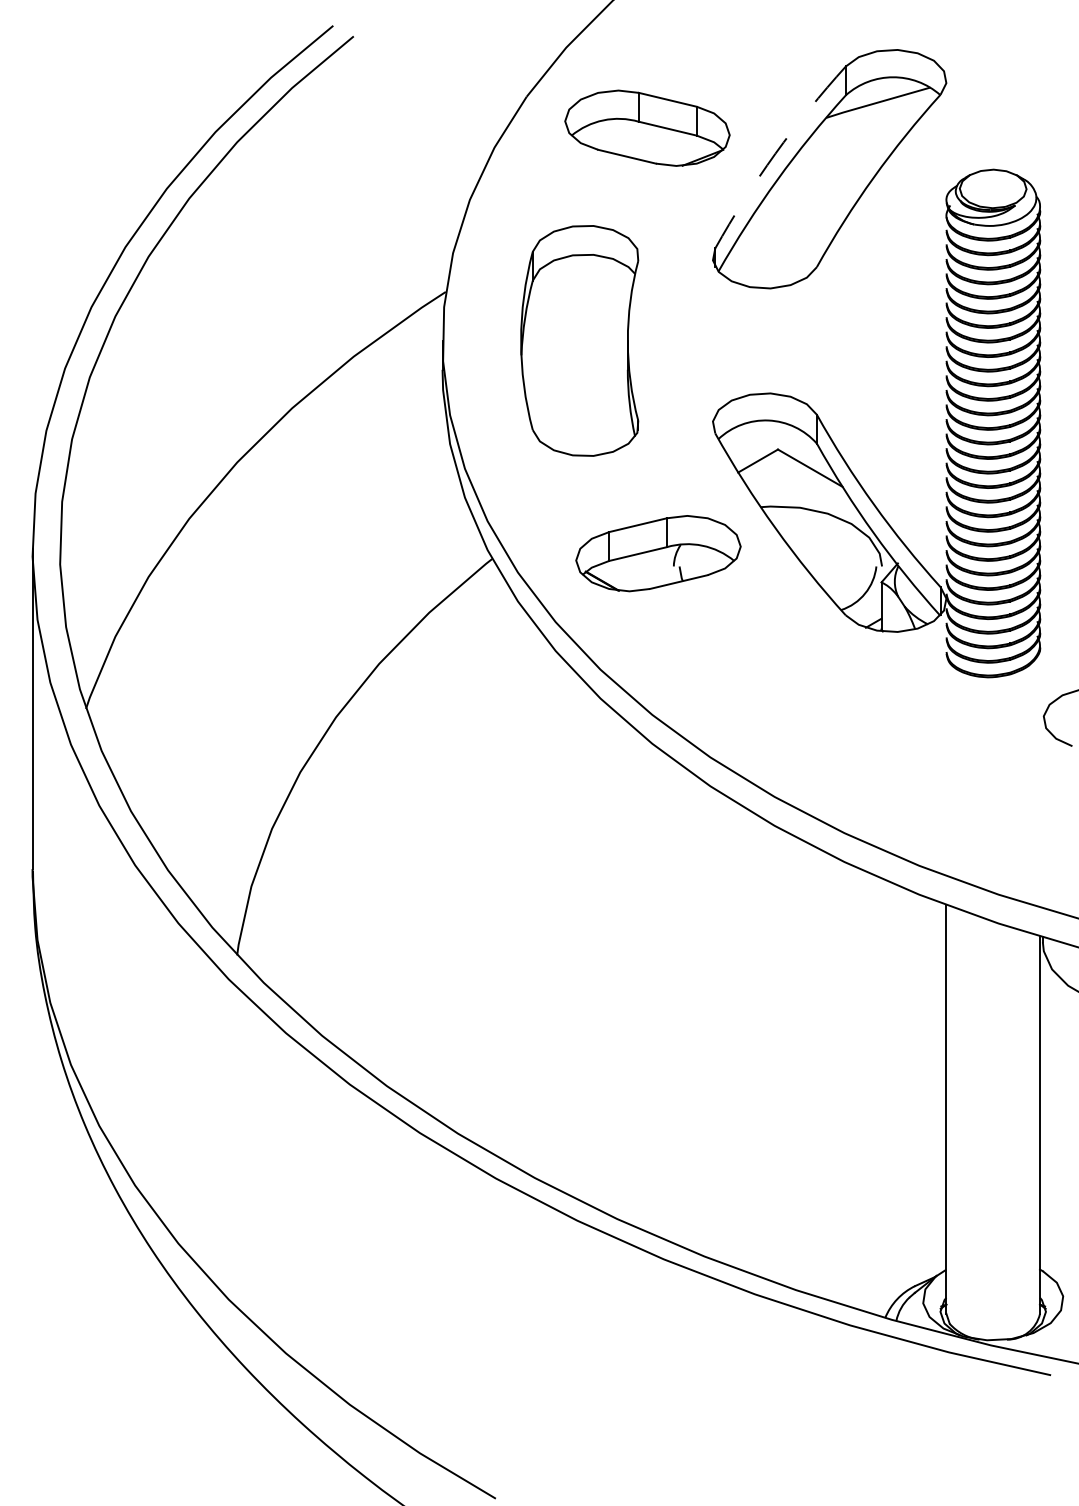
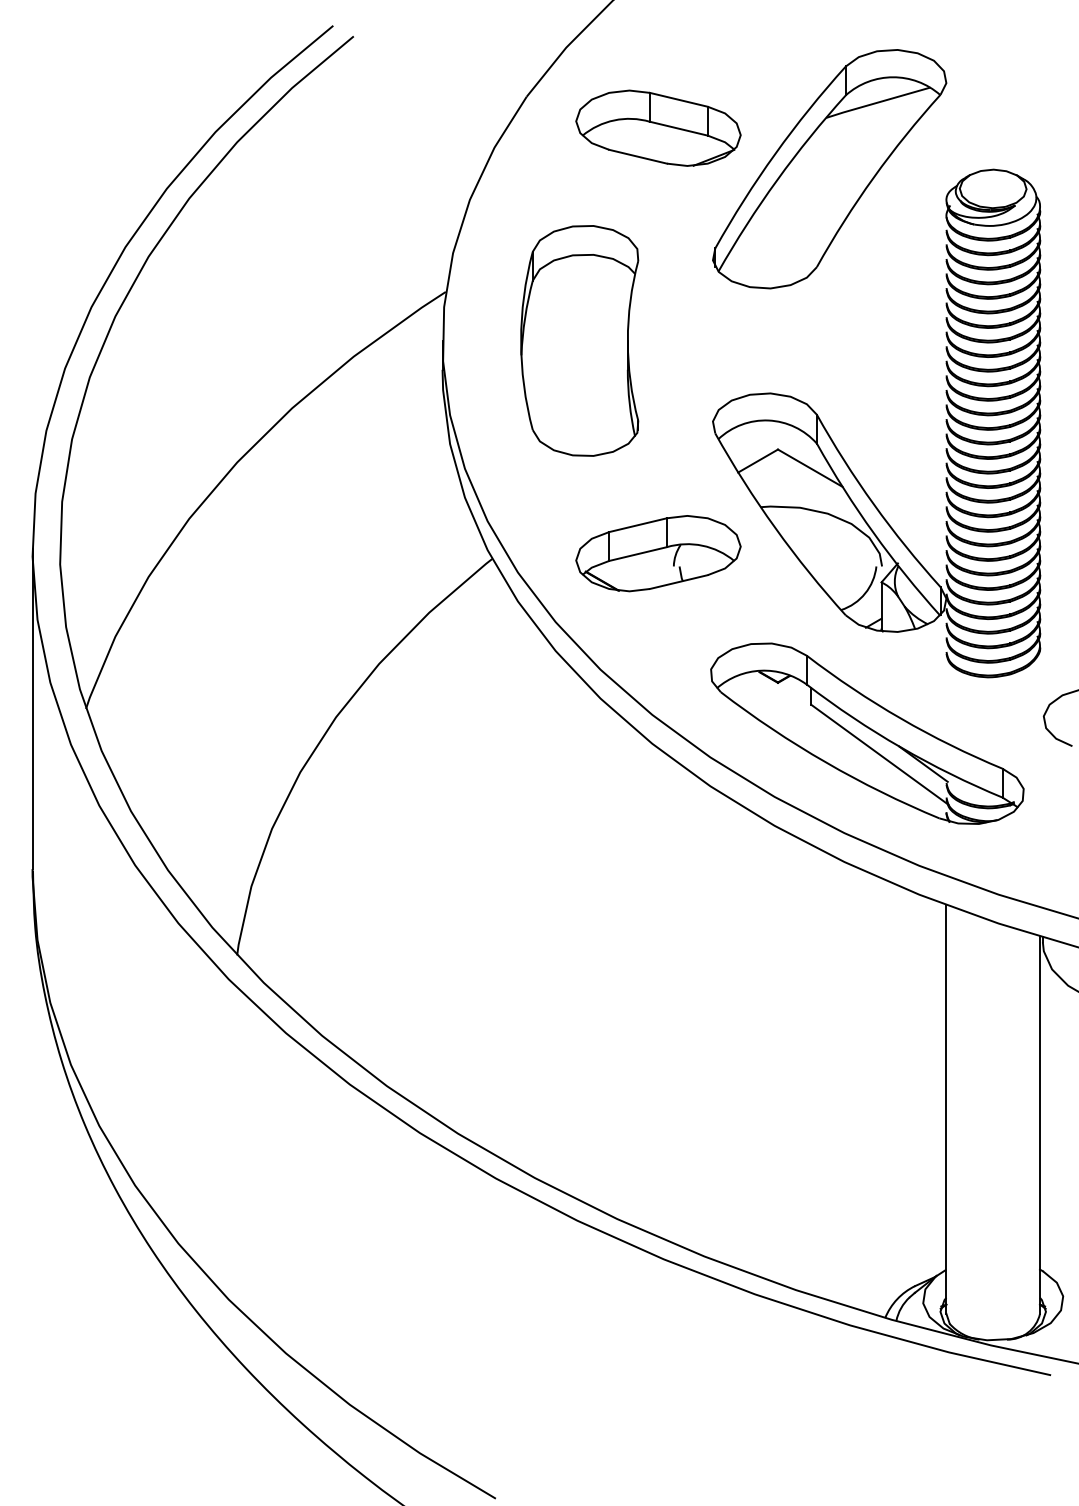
part at (647, 127) position: (647, 127) -> (658, 127)
arc at (775, 153): dashed -> solid
part at (867, 733): none -> present
